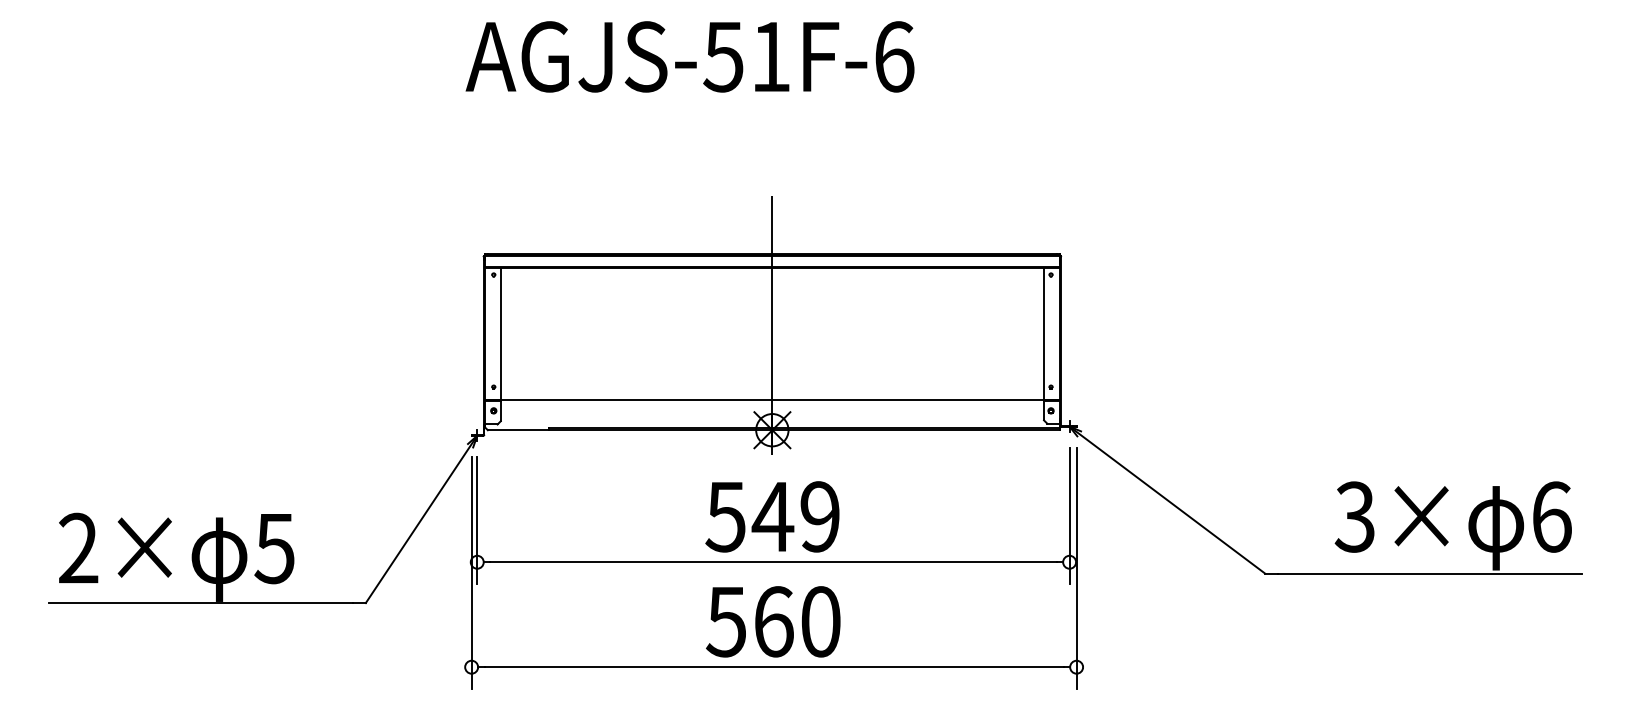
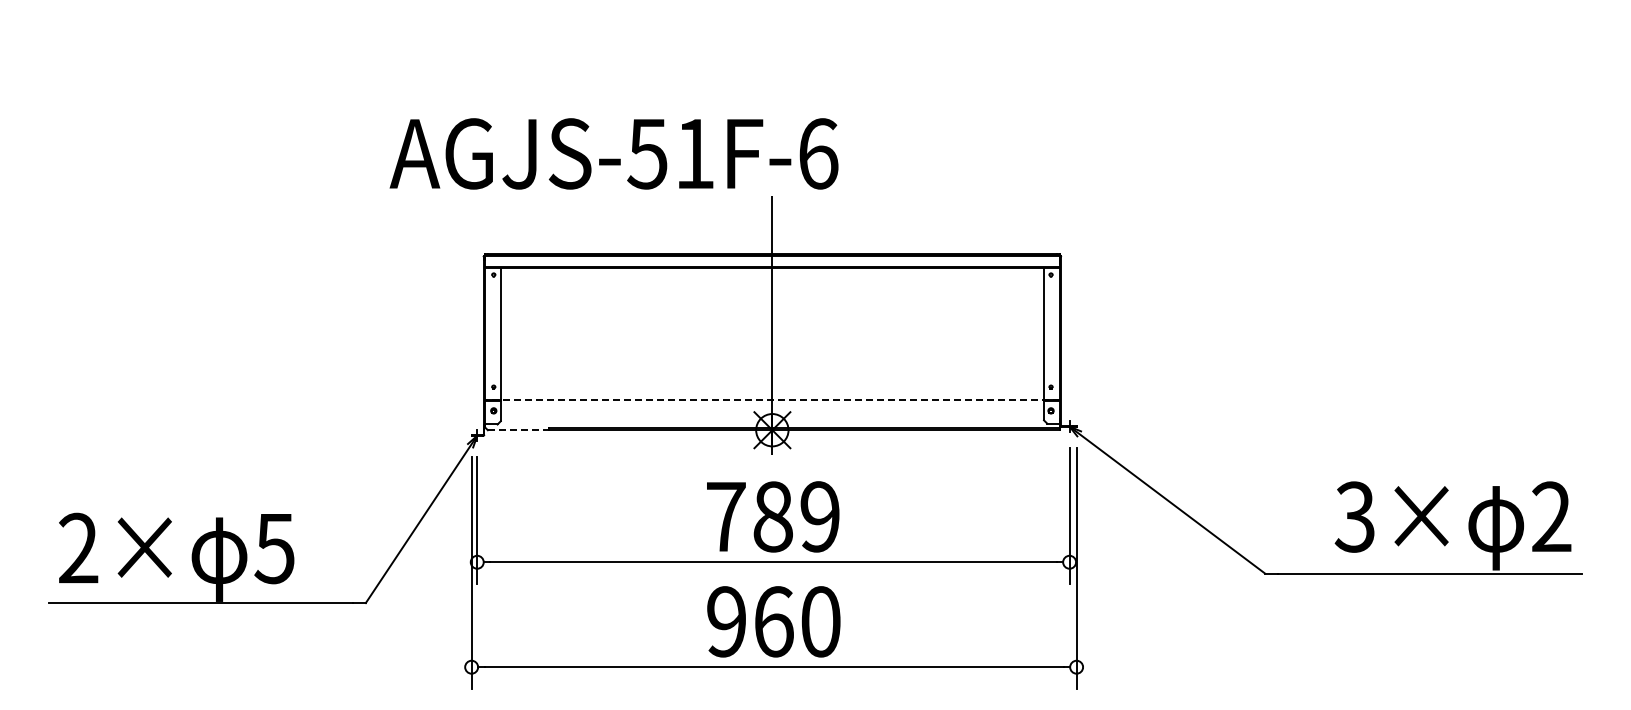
text at (689, 56) position: (689, 56) -> (613, 153)
line at (771, 400): solid -> dashed
line at (518, 430): solid -> dashed
text at (749, 516): 549 -> 789
text at (1551, 516): 6 -> 2
text at (725, 621): 560 -> 960
